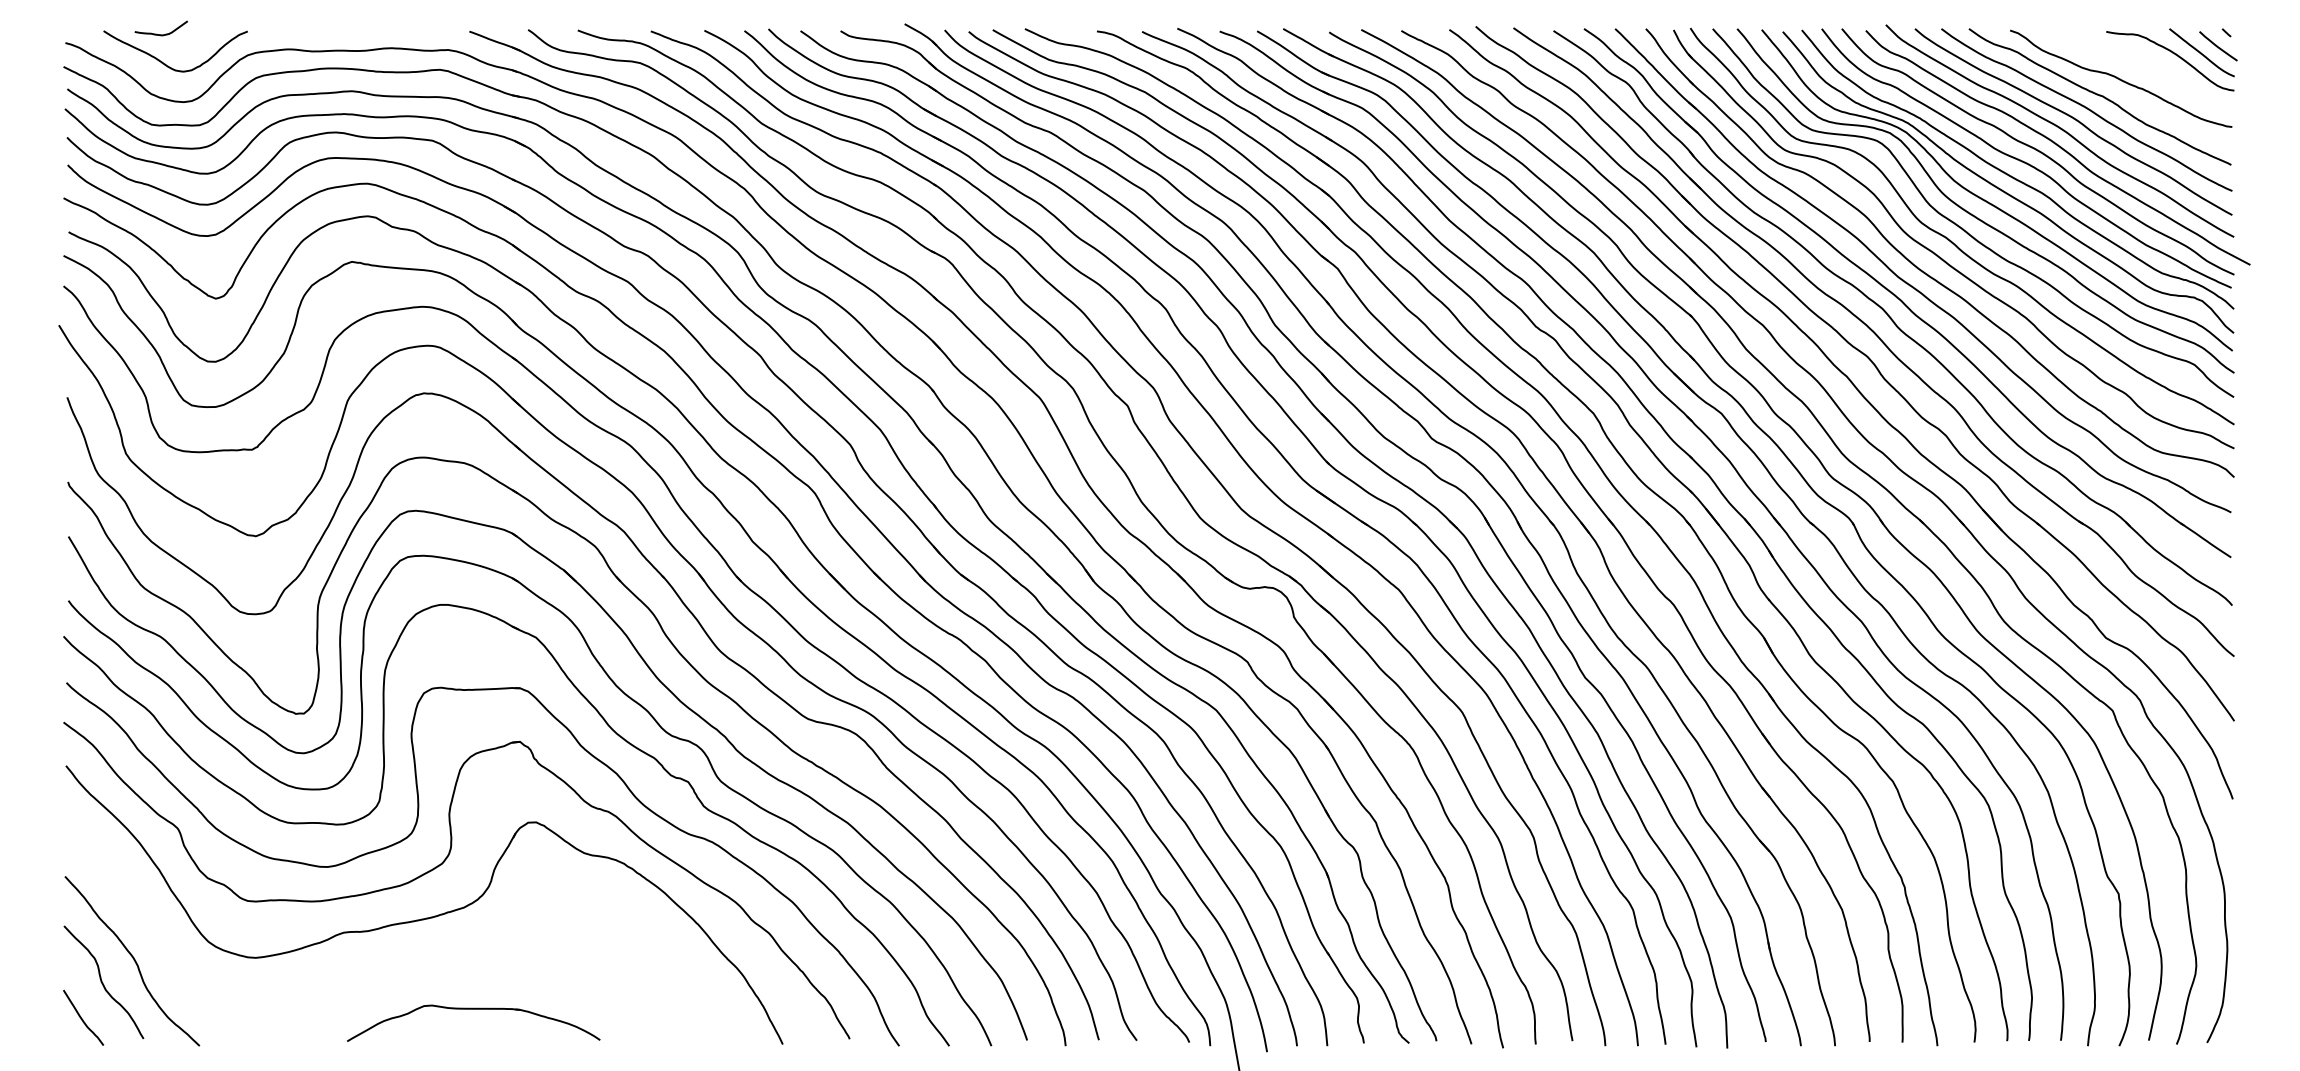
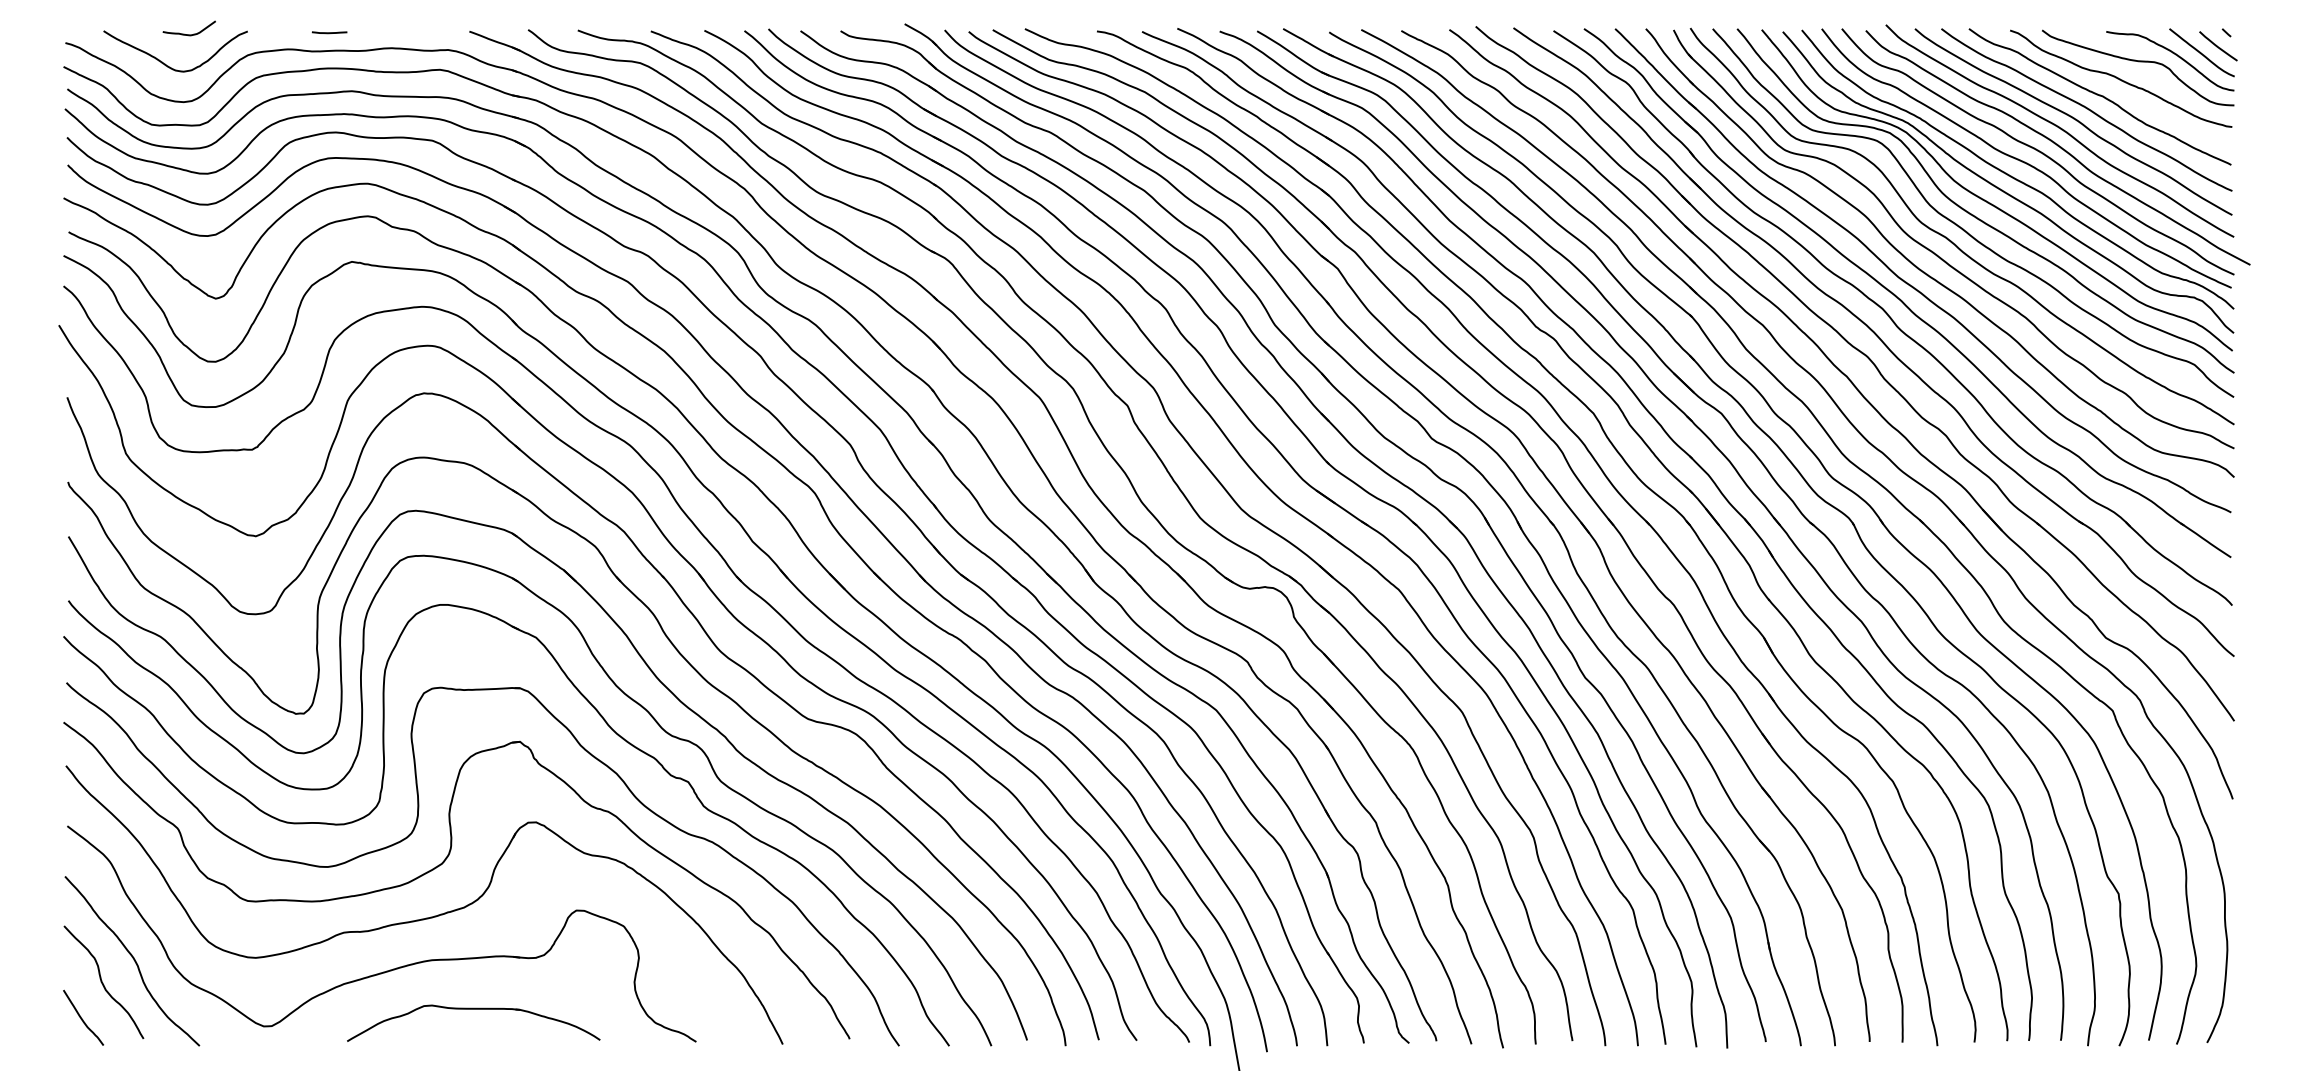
line at (329, 32): none -> present
curve at (160, 34) position: (160, 34) -> (188, 34)
curve at (2138, 62): none -> present
part at (389, 969): none -> present
